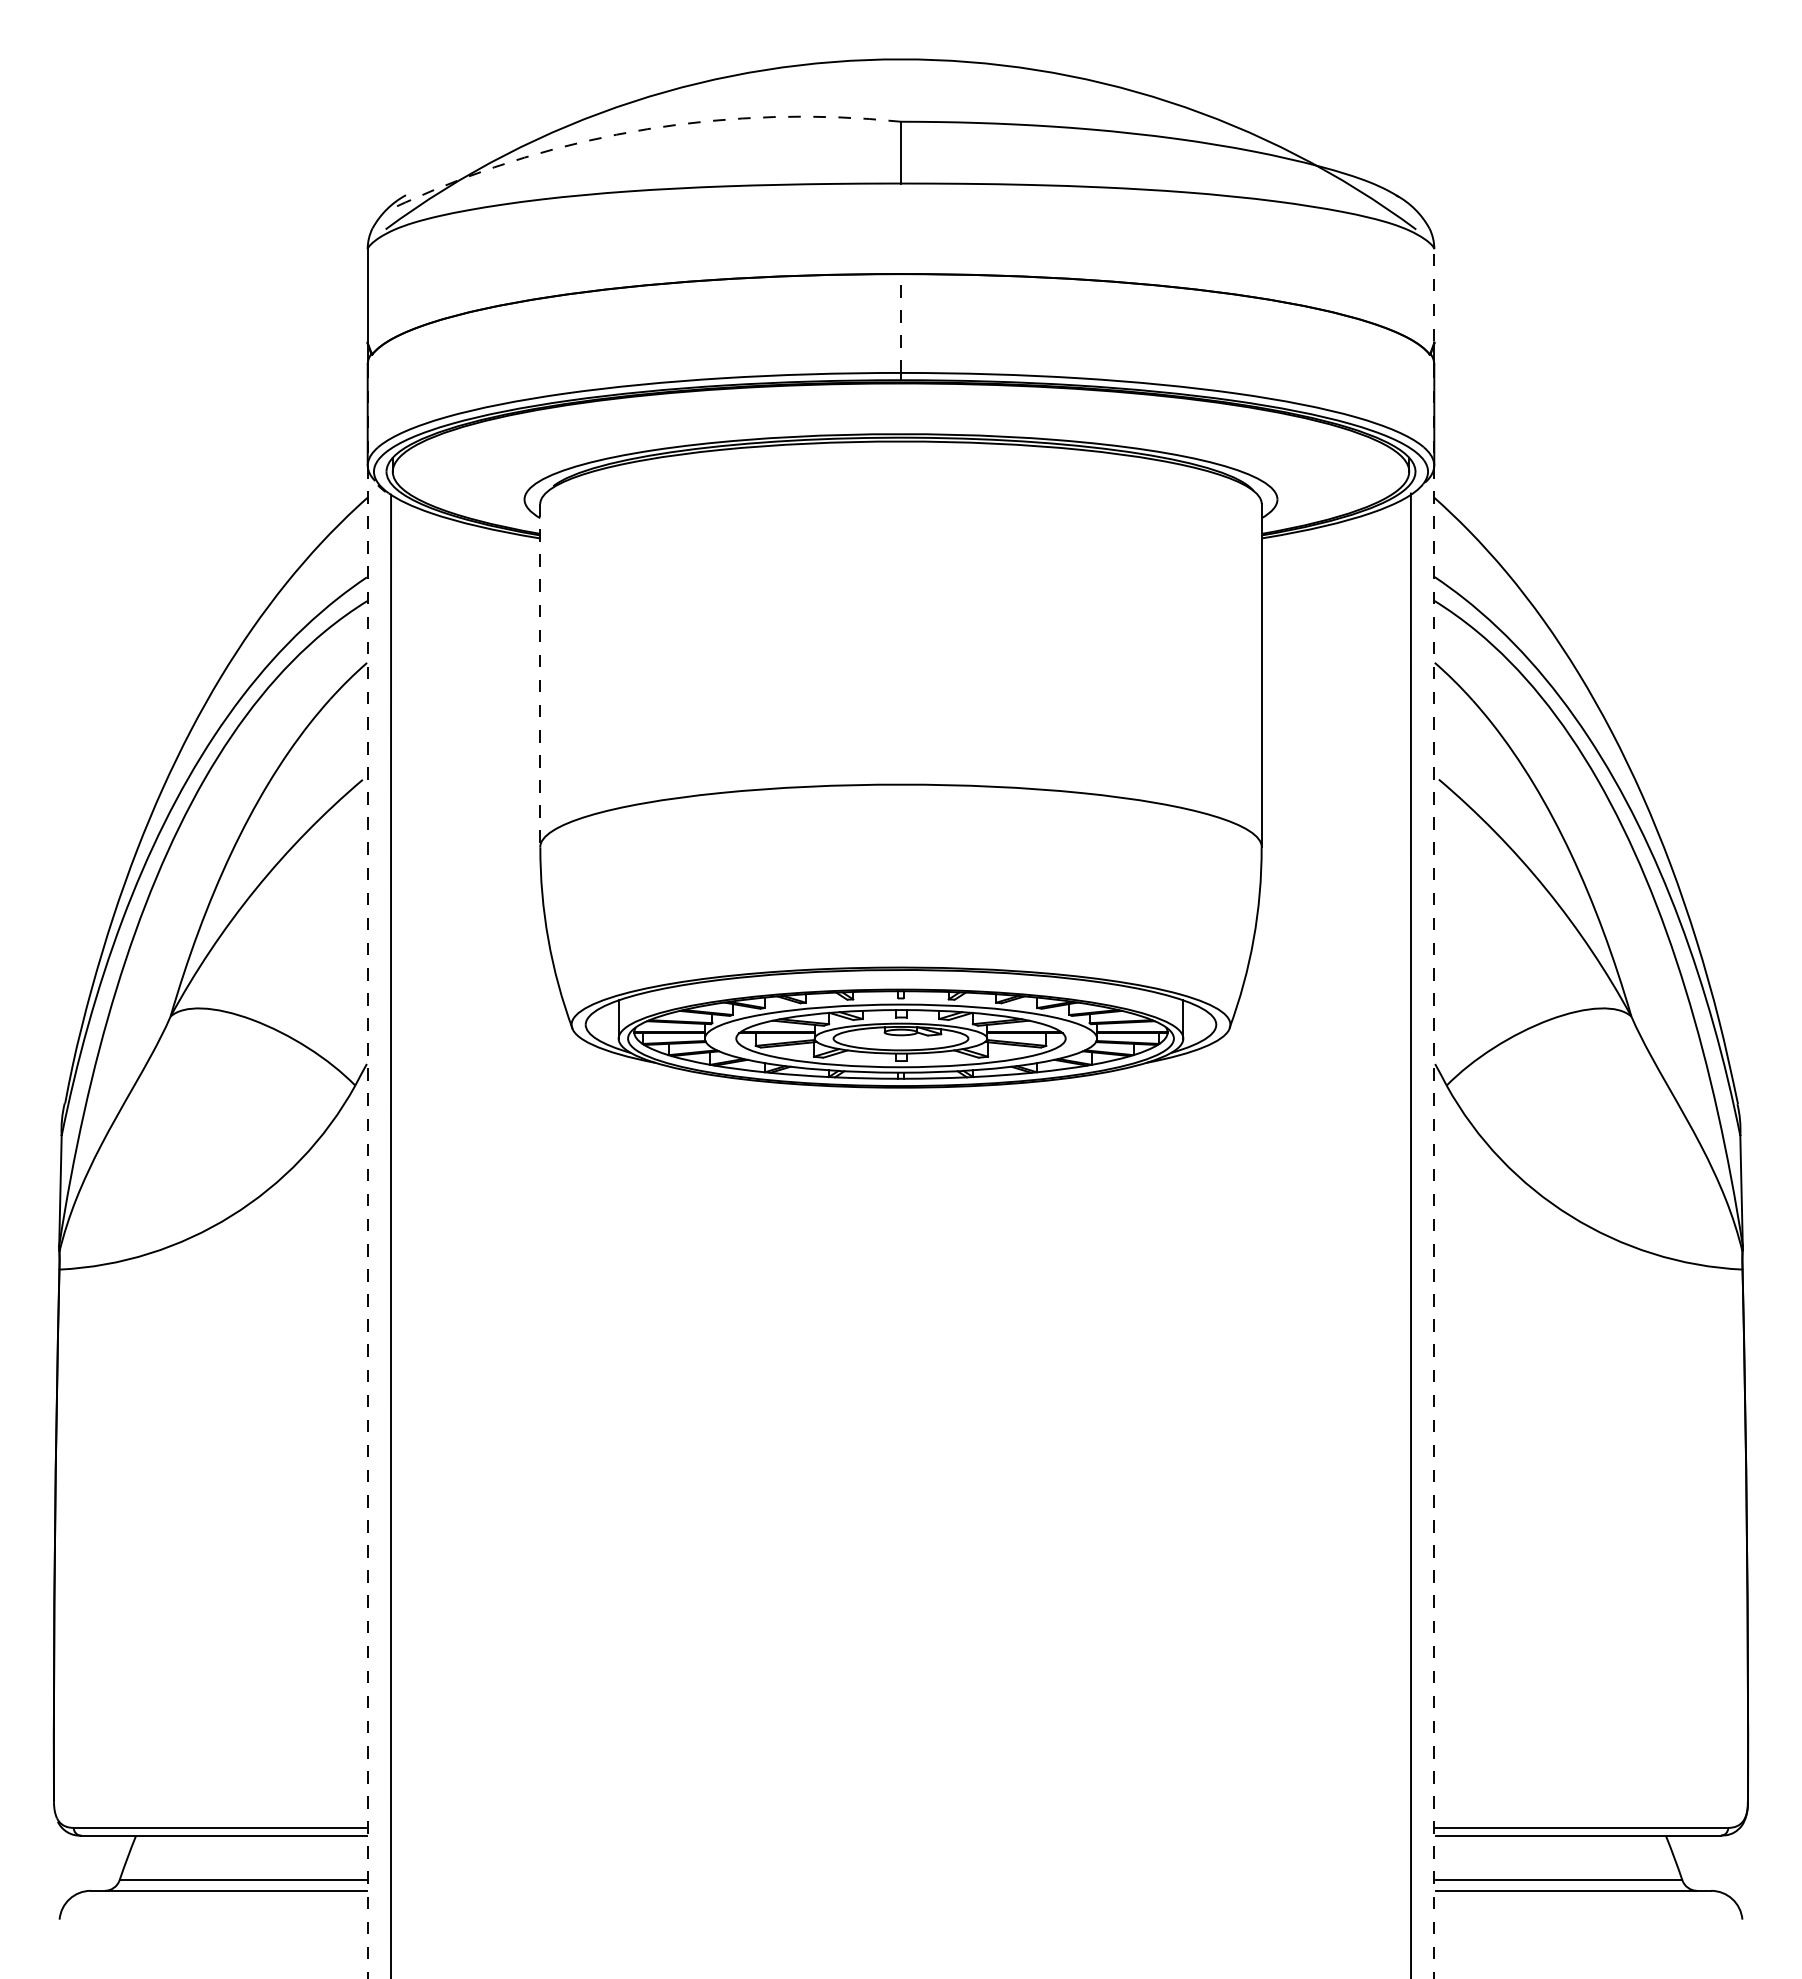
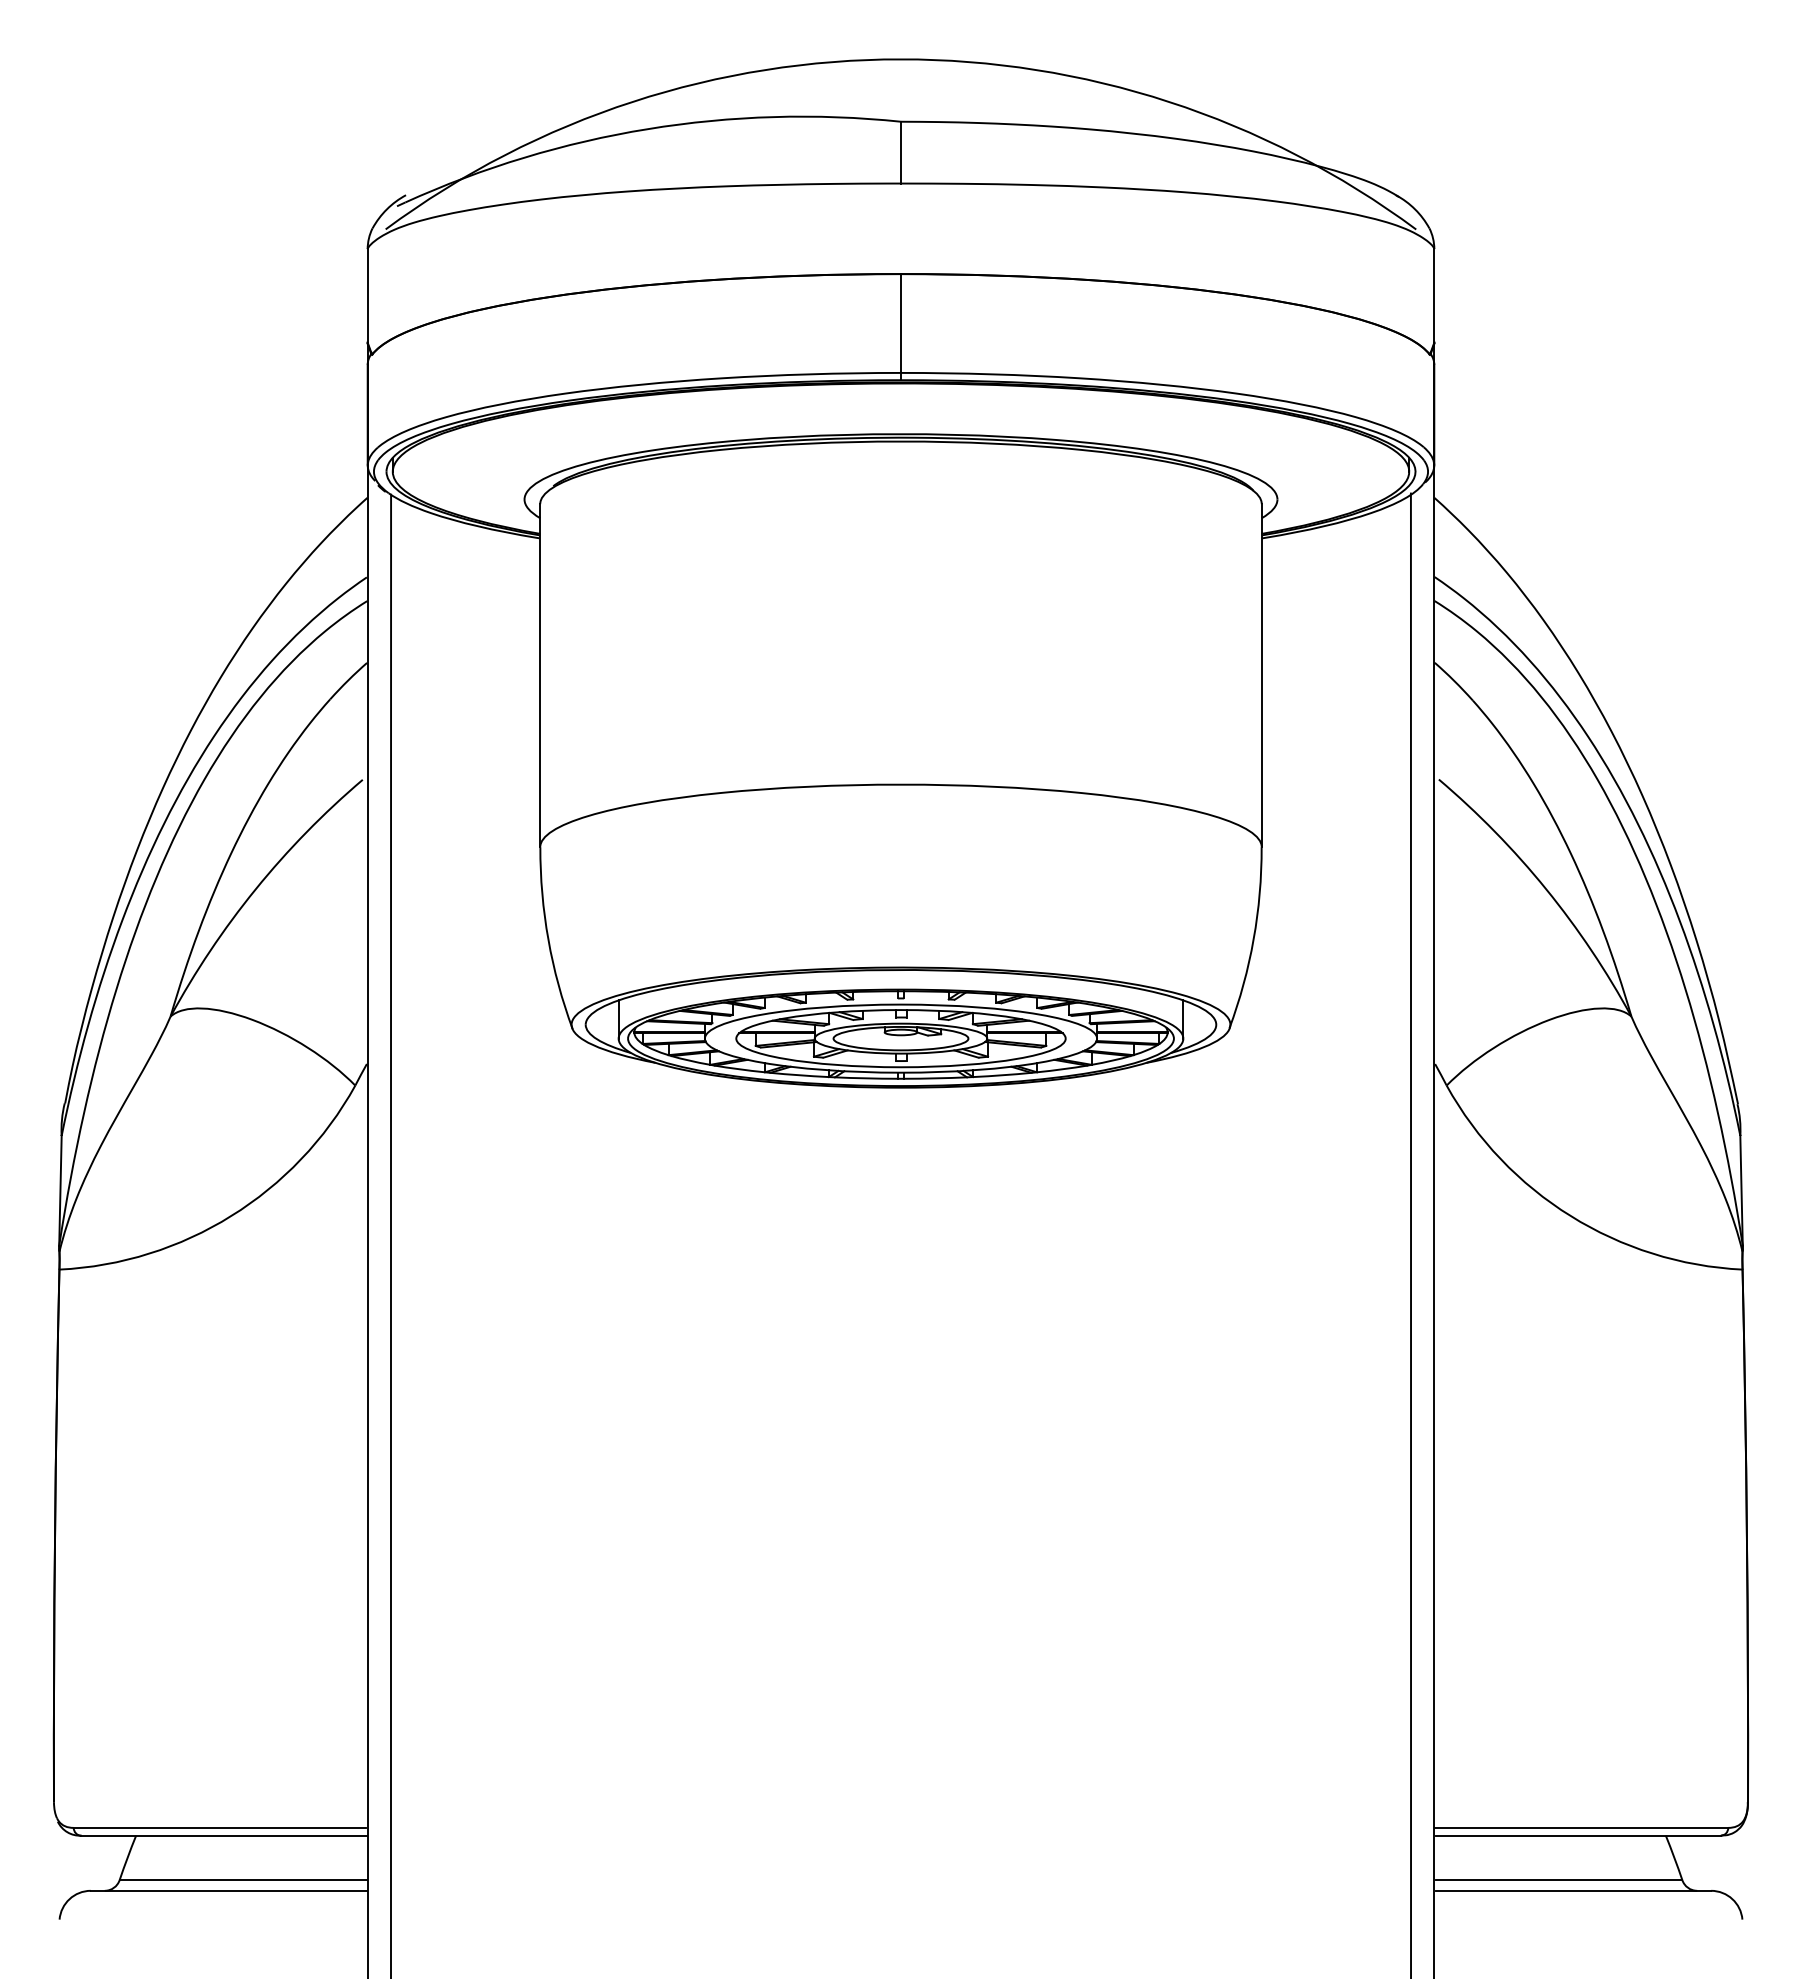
arc at (647, 129): dashed -> solid
line at (1434, 294): dashed -> solid
line at (901, 323): dashed -> solid
line at (540, 675): dashed -> solid
line at (367, 1172): dashed -> solid
line at (1434, 1172): dashed -> solid
